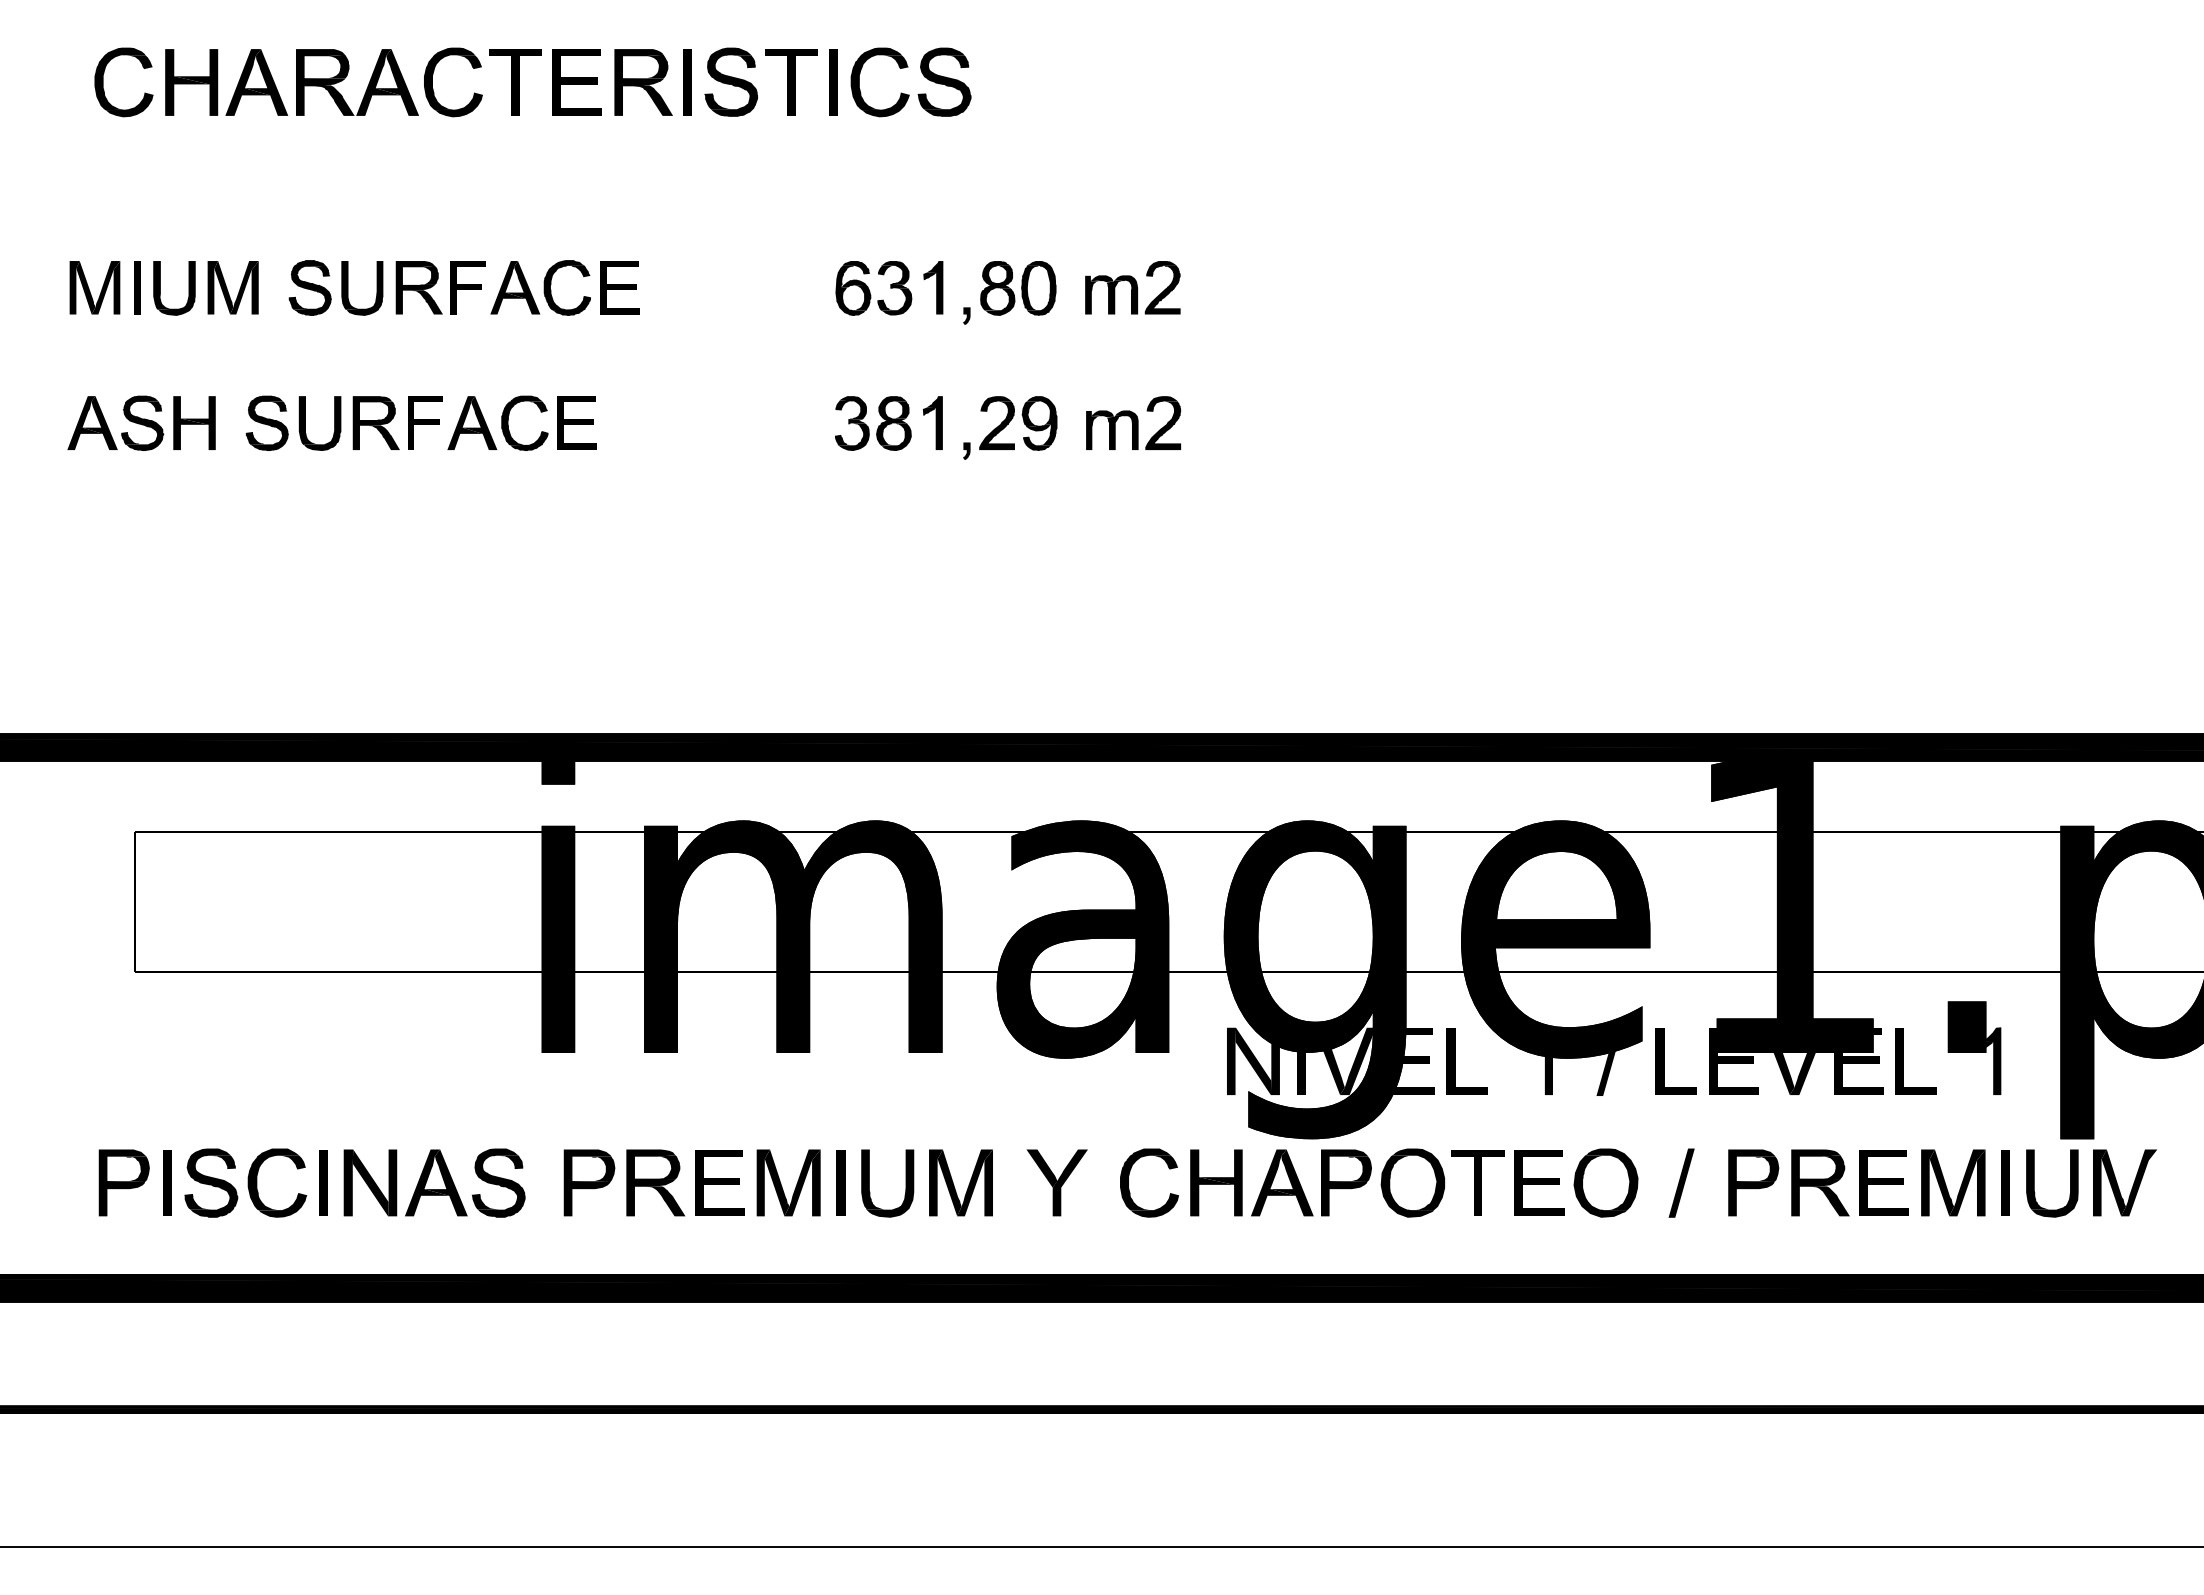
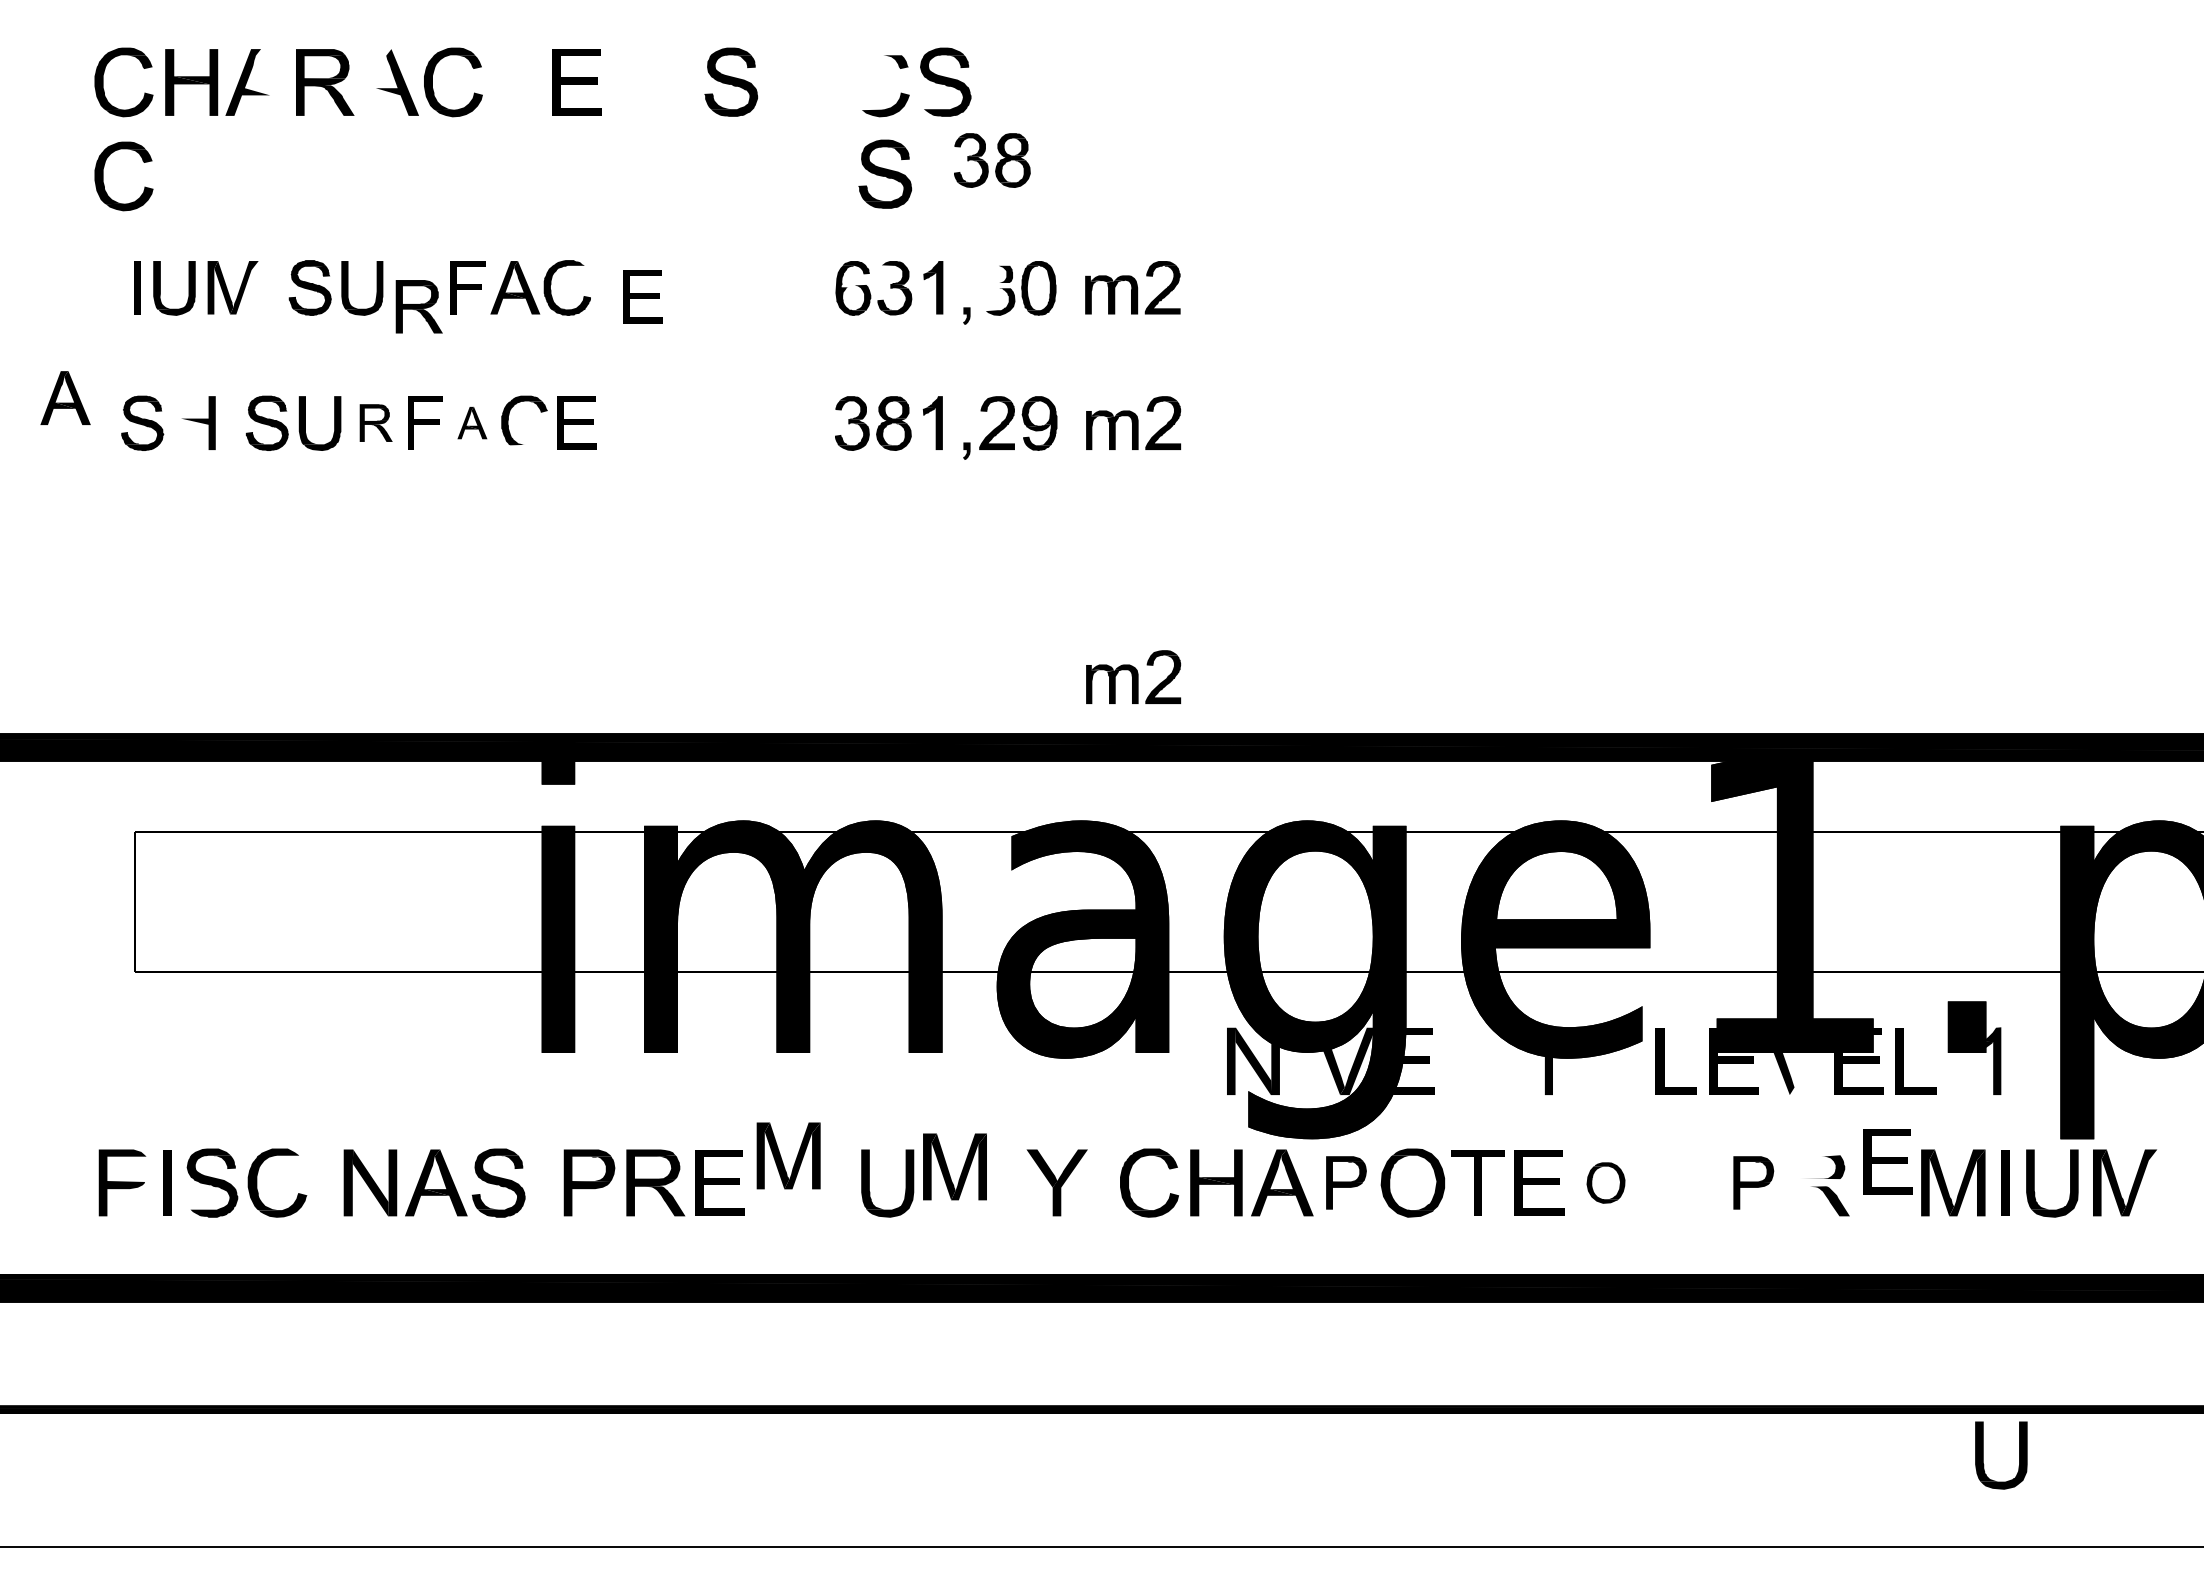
fill at (875, 78): present -> none
fill at (266, 82): present -> none
fill at (378, 82): present -> none
fill at (515, 82): present -> none
part at (643, 82): present -> none
part at (687, 82): present -> none
fill at (791, 82): present -> none
part at (833, 82): present -> none
fill at (930, 101): present -> none
part at (992, 160): none -> present
part at (885, 173): none -> present
part at (103, 176): none -> present
fill at (885, 270): present -> none
fill at (580, 271): present -> none
fill at (853, 283): present -> none
fill at (995, 285): present -> none
part at (94, 287): present -> none
fill at (254, 287): present -> none
part at (418, 287) position: (418, 287) -> (418, 306)
part at (619, 287) position: (619, 287) -> (642, 296)
part at (92, 422) position: (92, 422) -> (65, 397)
part at (375, 422) size: 48x54 px -> 34x38 px
part at (472, 422) size: 51x54 px -> 31x34 px
fill at (190, 423): present -> none
fill at (529, 441): present -> none
part at (1133, 676): none -> present
fill at (1300, 1061): present -> none
part at (1455, 1061): present -> none
fill at (1609, 1061): present -> none
fill at (1807, 1061): present -> none
fill at (293, 1162): present -> none
fill at (128, 1168): present -> none
part at (323, 1182): present -> none
part at (840, 1182): present -> none
part at (1346, 1182) size: 51x68 px -> 41x54 px
part at (1605, 1182) size: 66x70 px -> 40x42 px
part at (1681, 1182): present -> none
part at (1753, 1182) size: 52x68 px -> 42x54 px
fill at (1815, 1182): present -> none
part at (1883, 1182) position: (1883, 1182) -> (1887, 1161)
part at (781, 1183) position: (781, 1183) -> (781, 1156)
part at (954, 1185) position: (954, 1185) -> (948, 1169)
fill at (197, 1201): present -> none
part at (1983, 1455): none -> present
